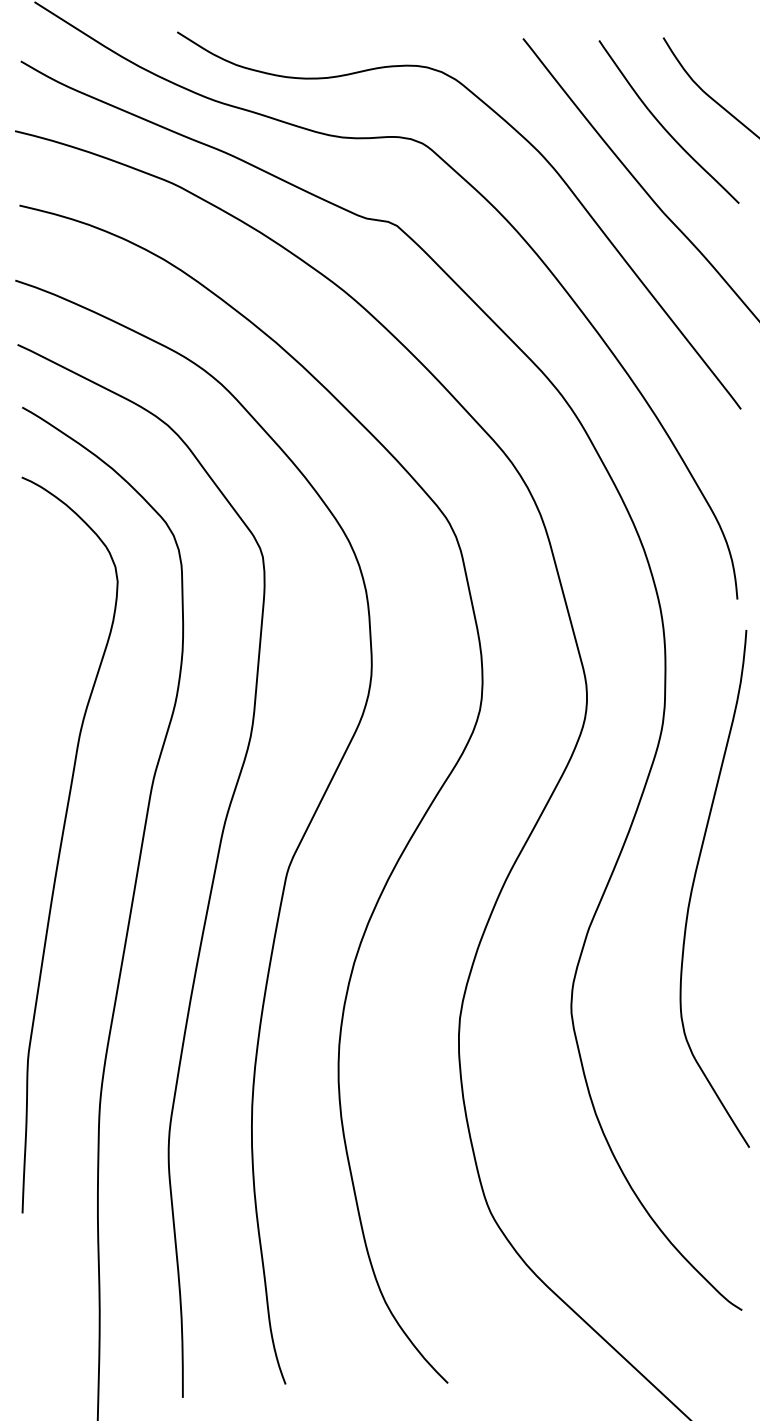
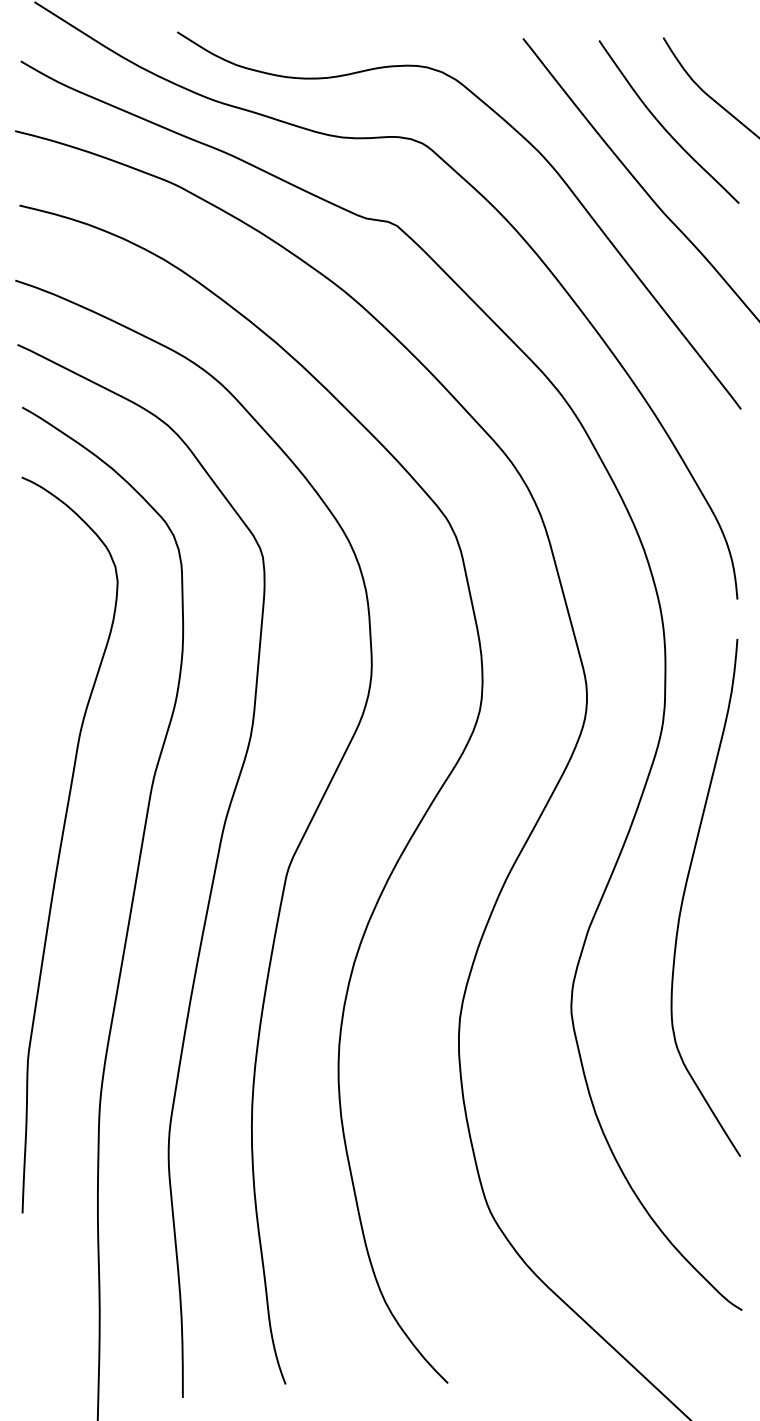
curve at (694, 883) position: (694, 883) -> (685, 892)
